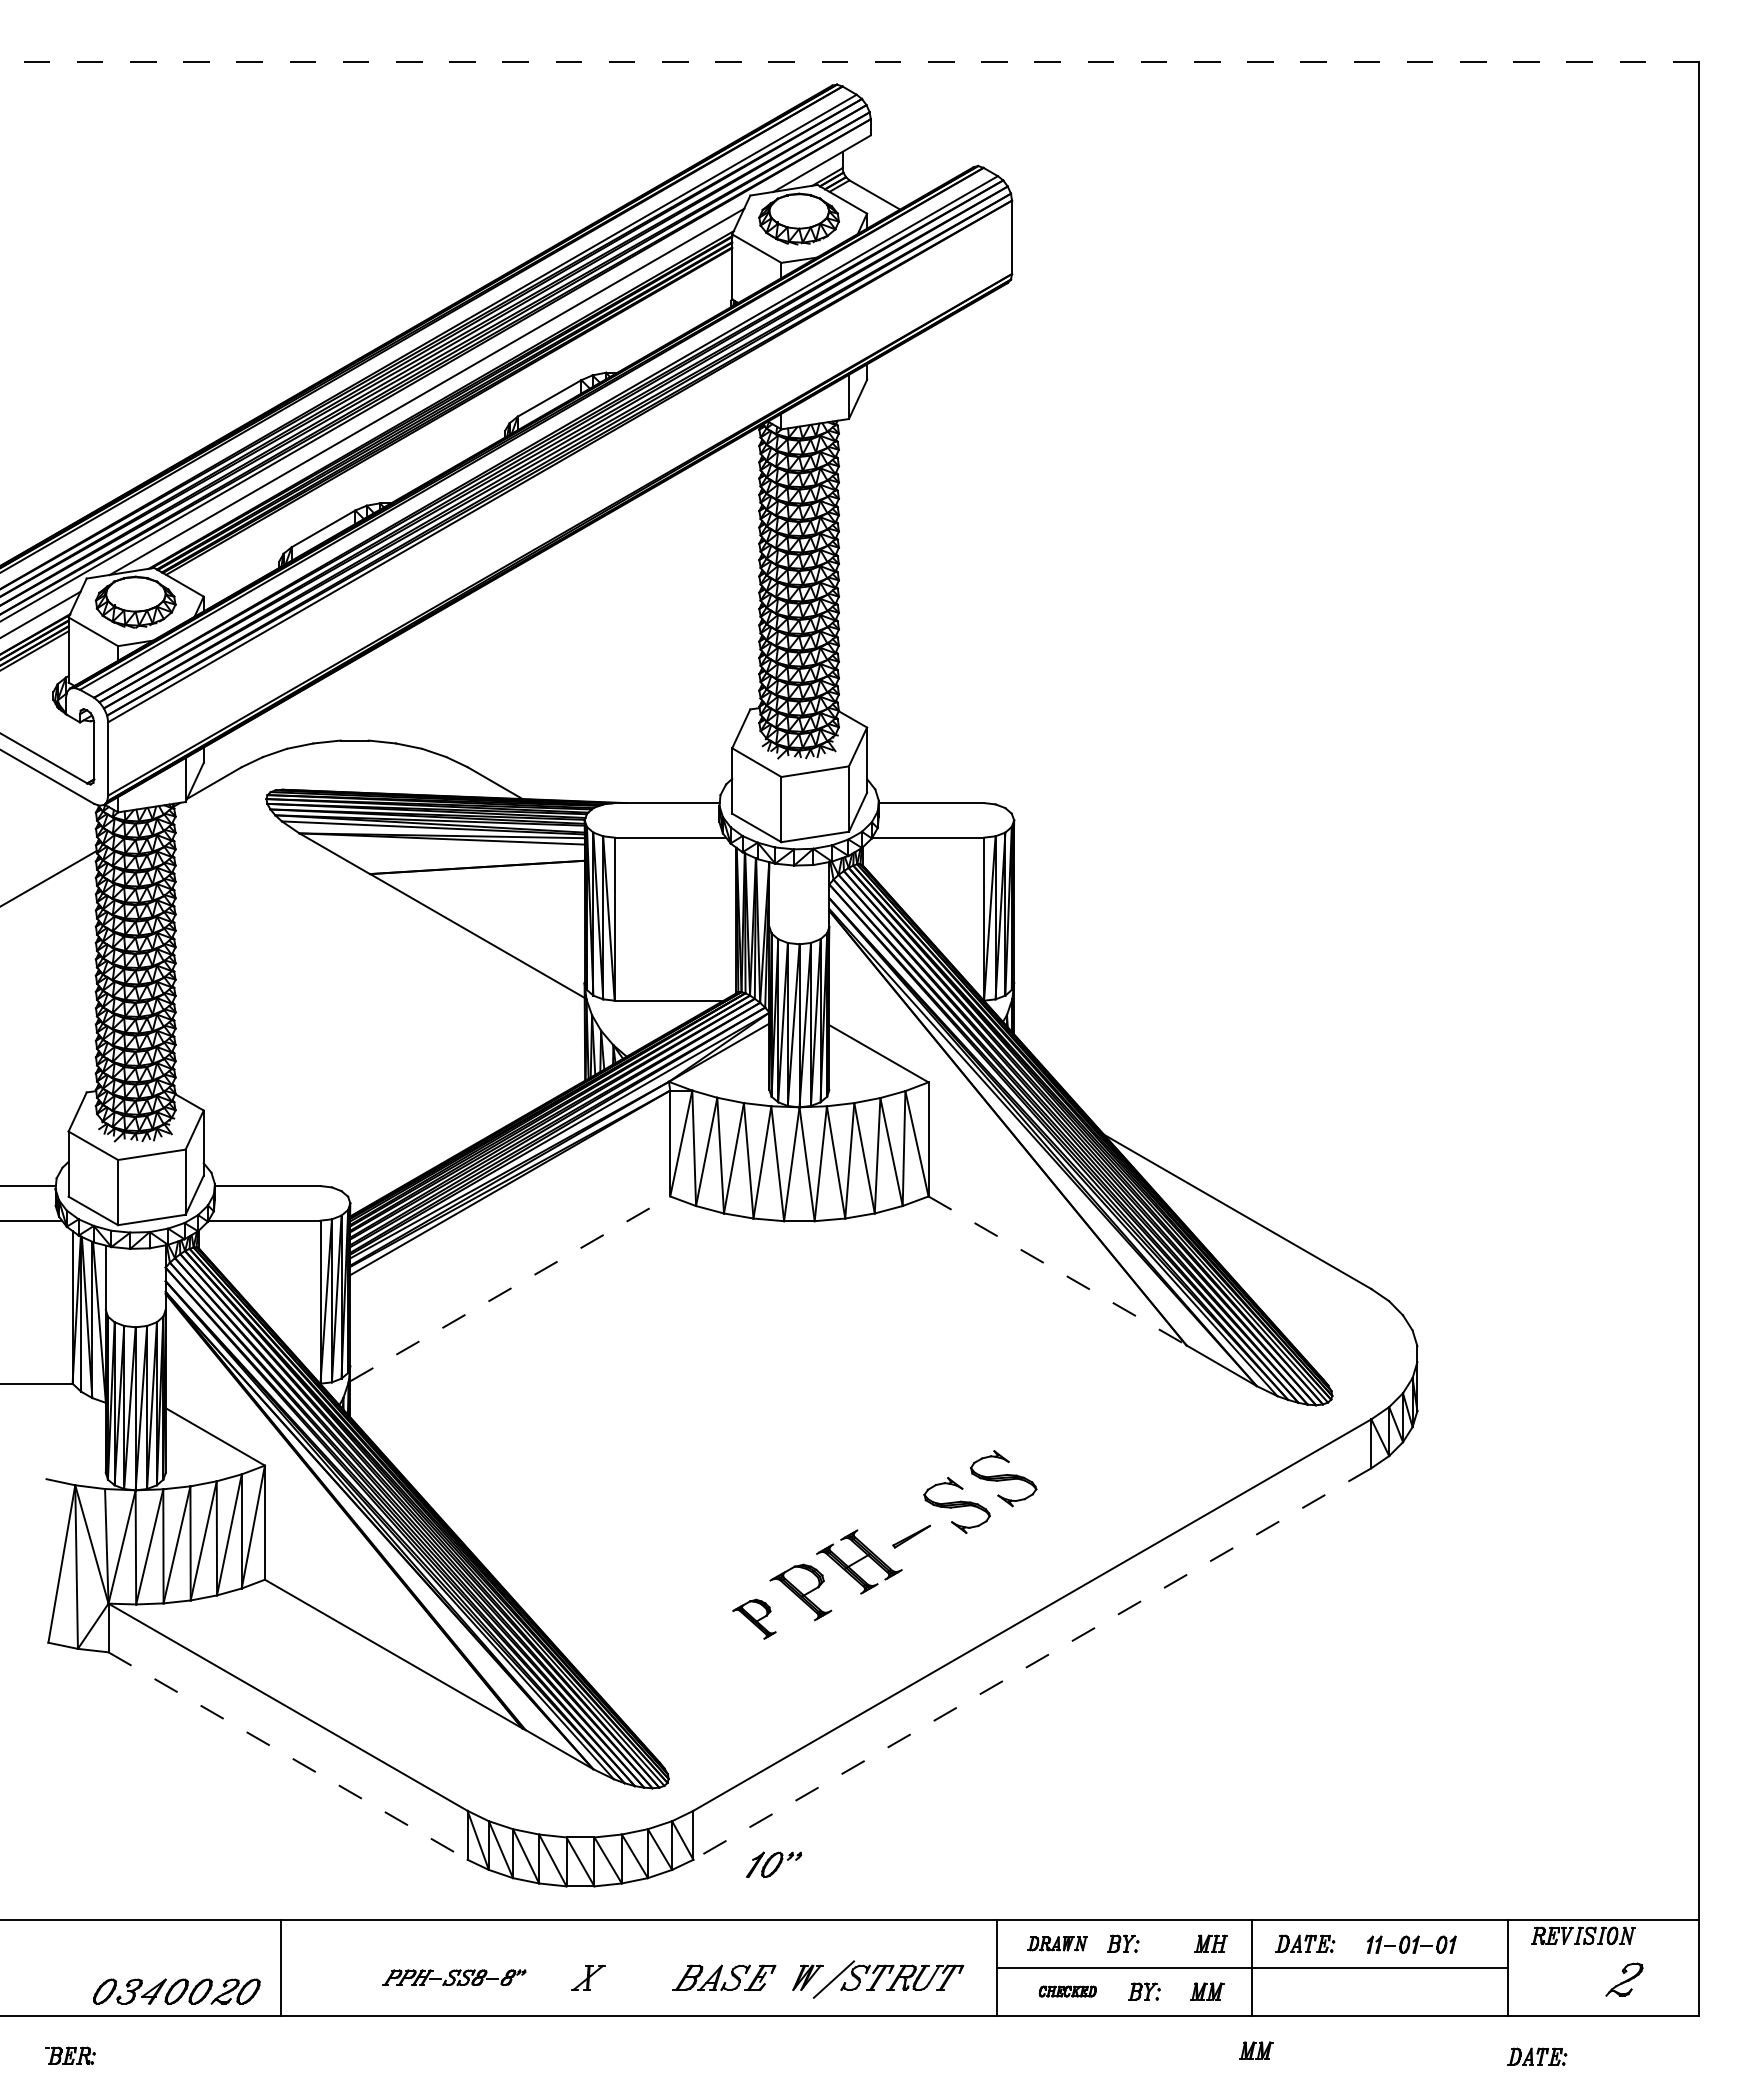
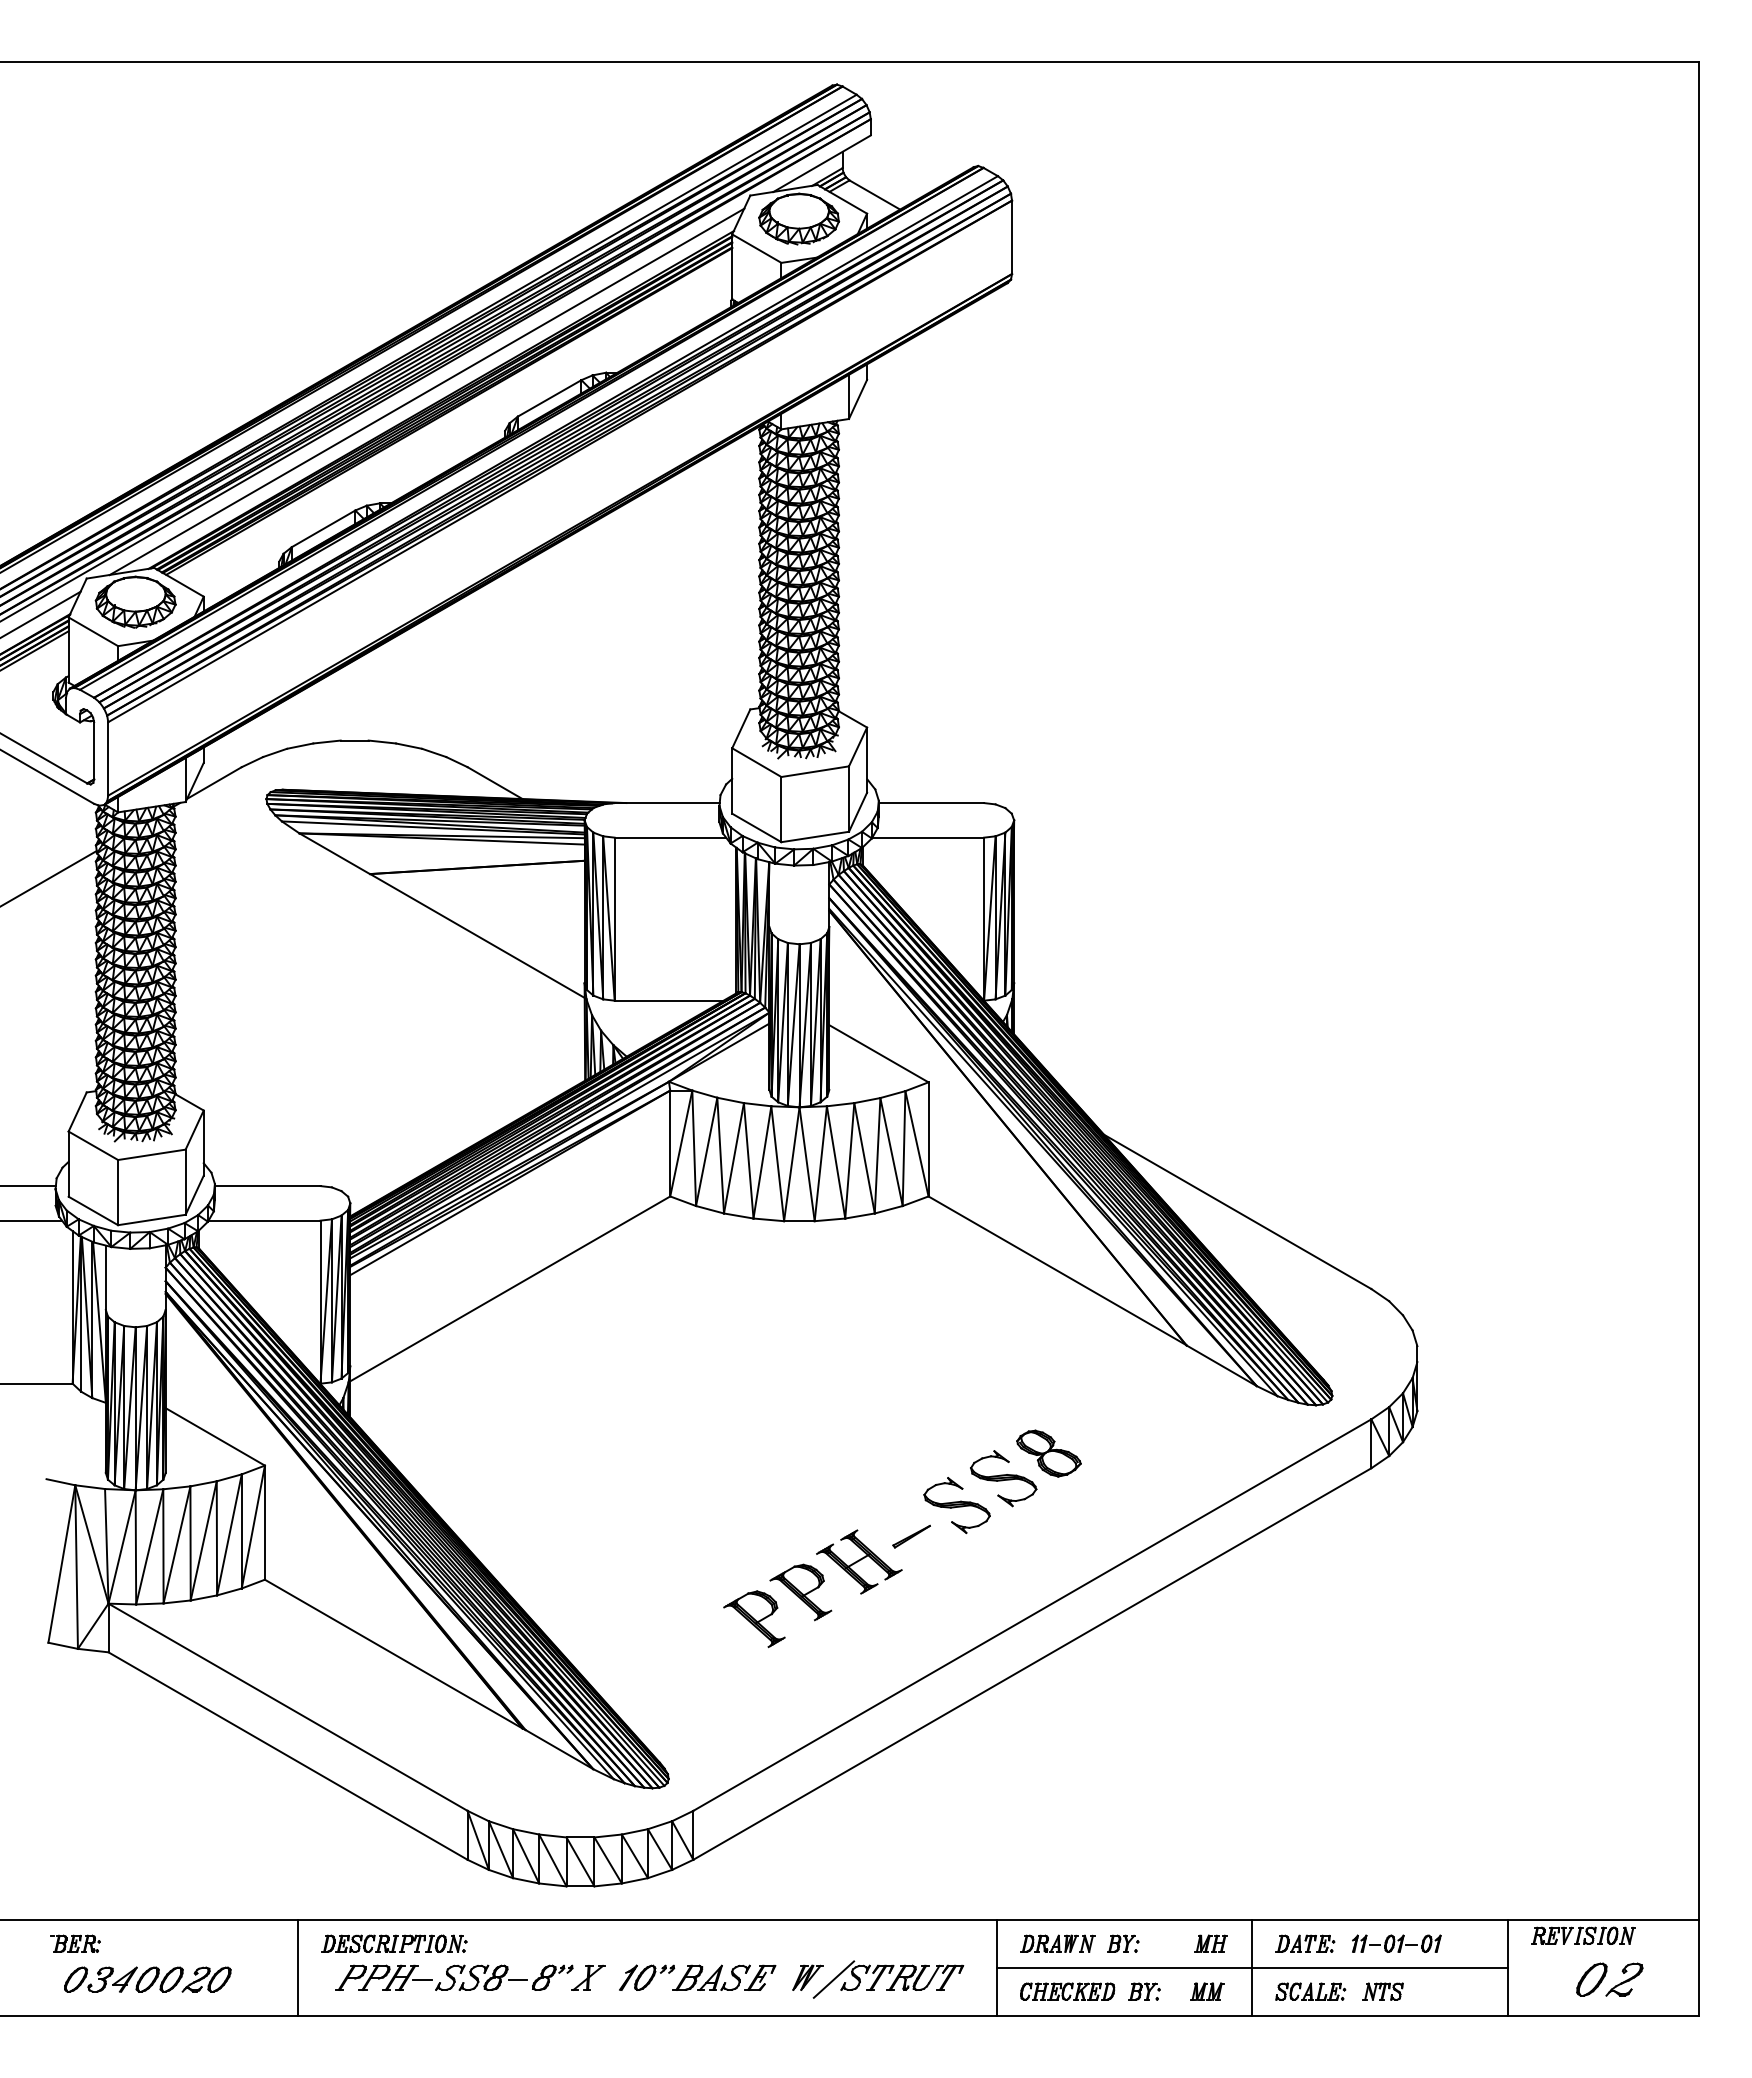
line at (849, 62): dashed -> solid
line at (1057, 1270): dashed -> solid
line at (510, 1288): dashed -> solid
part at (1048, 1453): none -> present
part at (754, 1618) size: 45x42 px -> 63x59 px
line at (1031, 1664): dashed -> solid
line at (288, 1756): dashed -> solid
part at (774, 1864) position: (774, 1864) -> (647, 1977)
part at (394, 1943): none -> present
part at (1057, 1943) size: 61x16 px -> 76x19 px
part at (1411, 1944) position: (1411, 1944) -> (1396, 1943)
line at (281, 1967) position: (281, 1967) -> (298, 1967)
part at (454, 1977) size: 145x18 px -> 239x27 px
part at (1591, 1979): none -> present
part at (176, 1991) position: (176, 1991) -> (147, 1979)
part at (1067, 1991) size: 59x13 px -> 96x19 px
part at (1310, 1991): none -> present
part at (1382, 1991): none -> present
part at (1256, 2050): present -> none
part at (70, 2055) position: (70, 2055) -> (75, 1943)
part at (1537, 2056): present -> none
